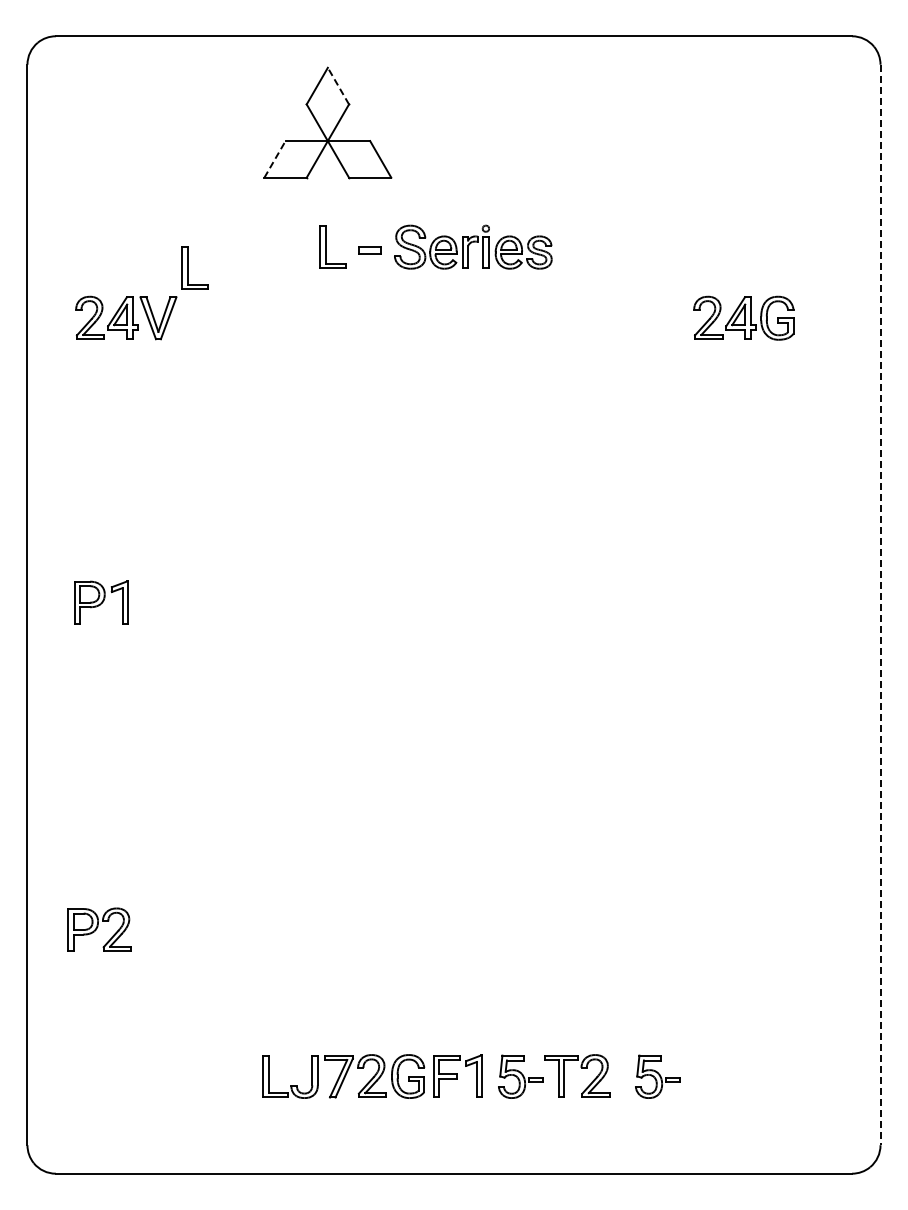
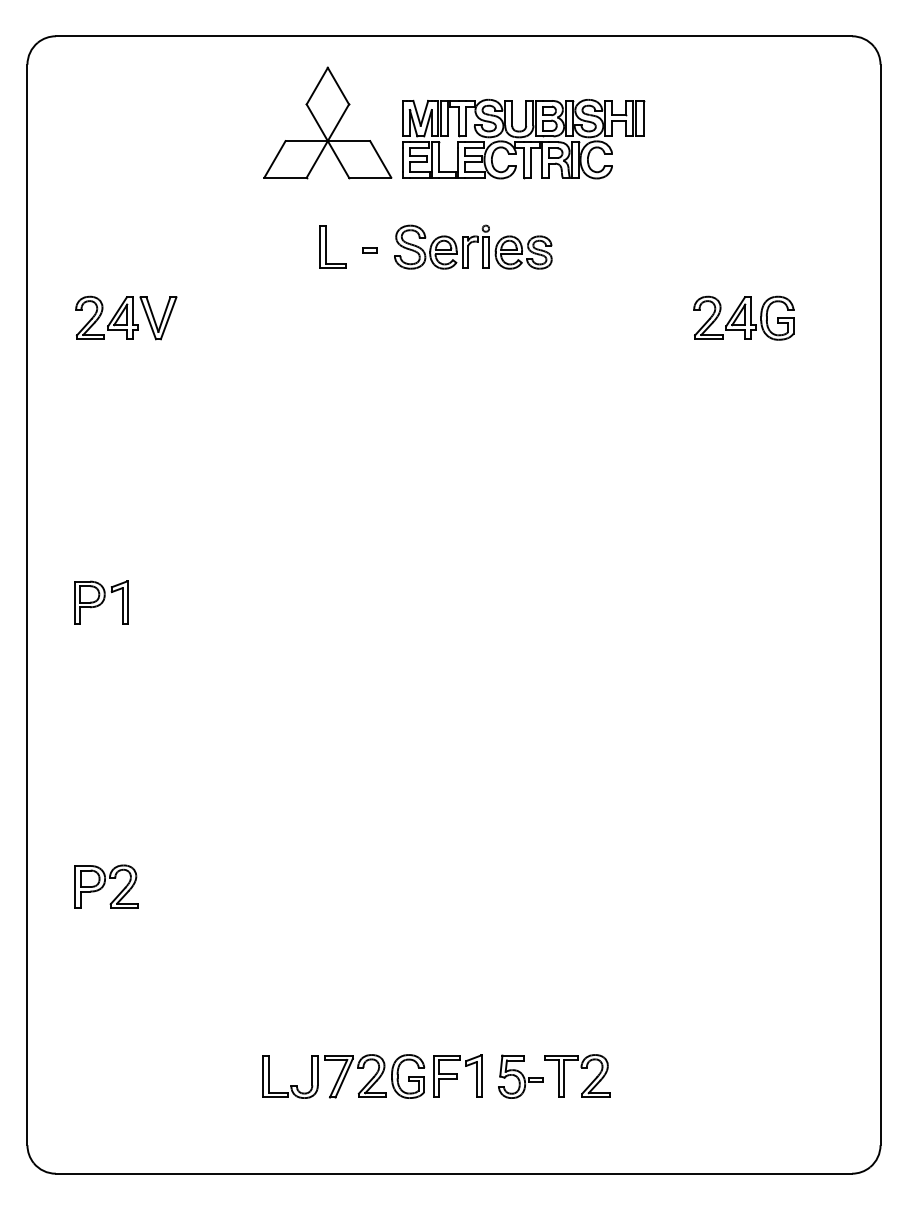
line at (338, 85): dashed -> solid
part at (523, 139): none -> present
line at (275, 158): dashed -> solid
part at (369, 250) size: 24x9 px -> 16x7 px
part at (194, 267): present -> none
line at (880, 605): dashed -> solid
part at (99, 929) position: (99, 929) -> (106, 886)
part at (657, 1076): present -> none
